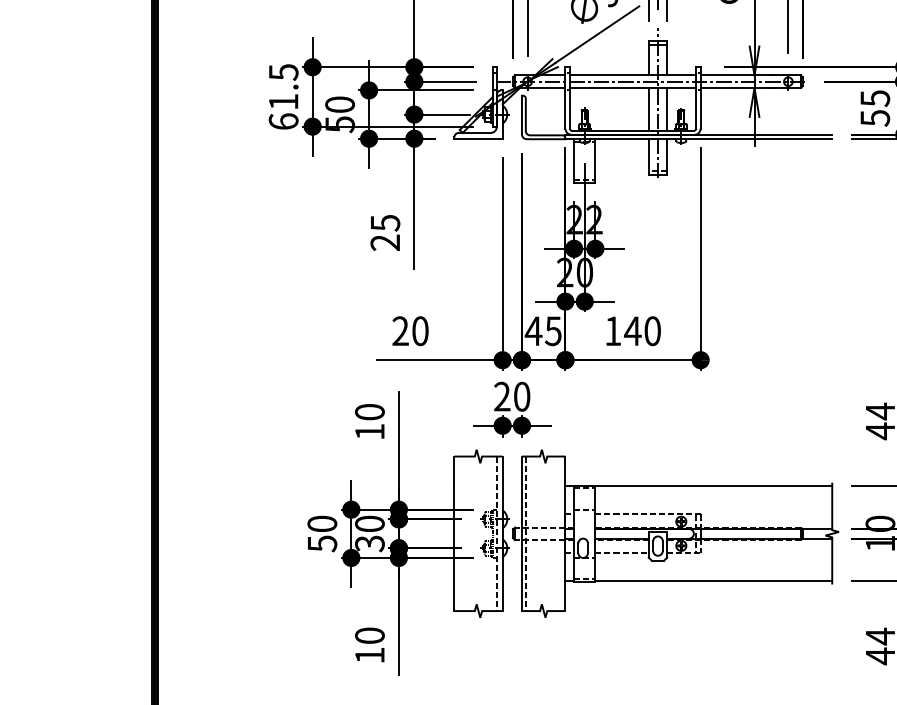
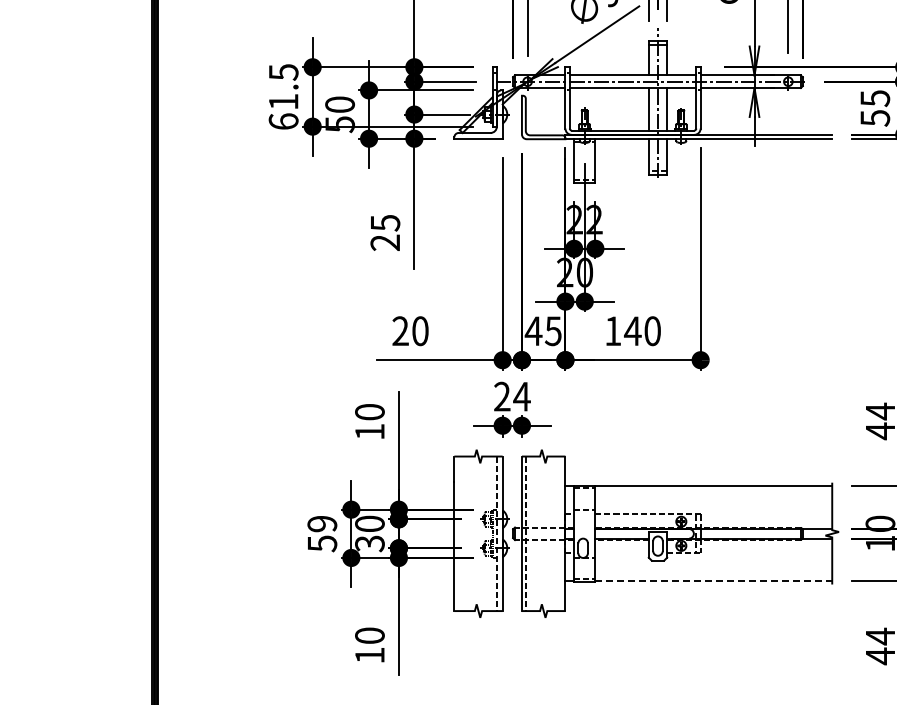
text at (521, 396): 20 -> 24
text at (322, 523): 50 -> 59
line at (621, 553): present -> none
line at (714, 581): solid -> dashed
